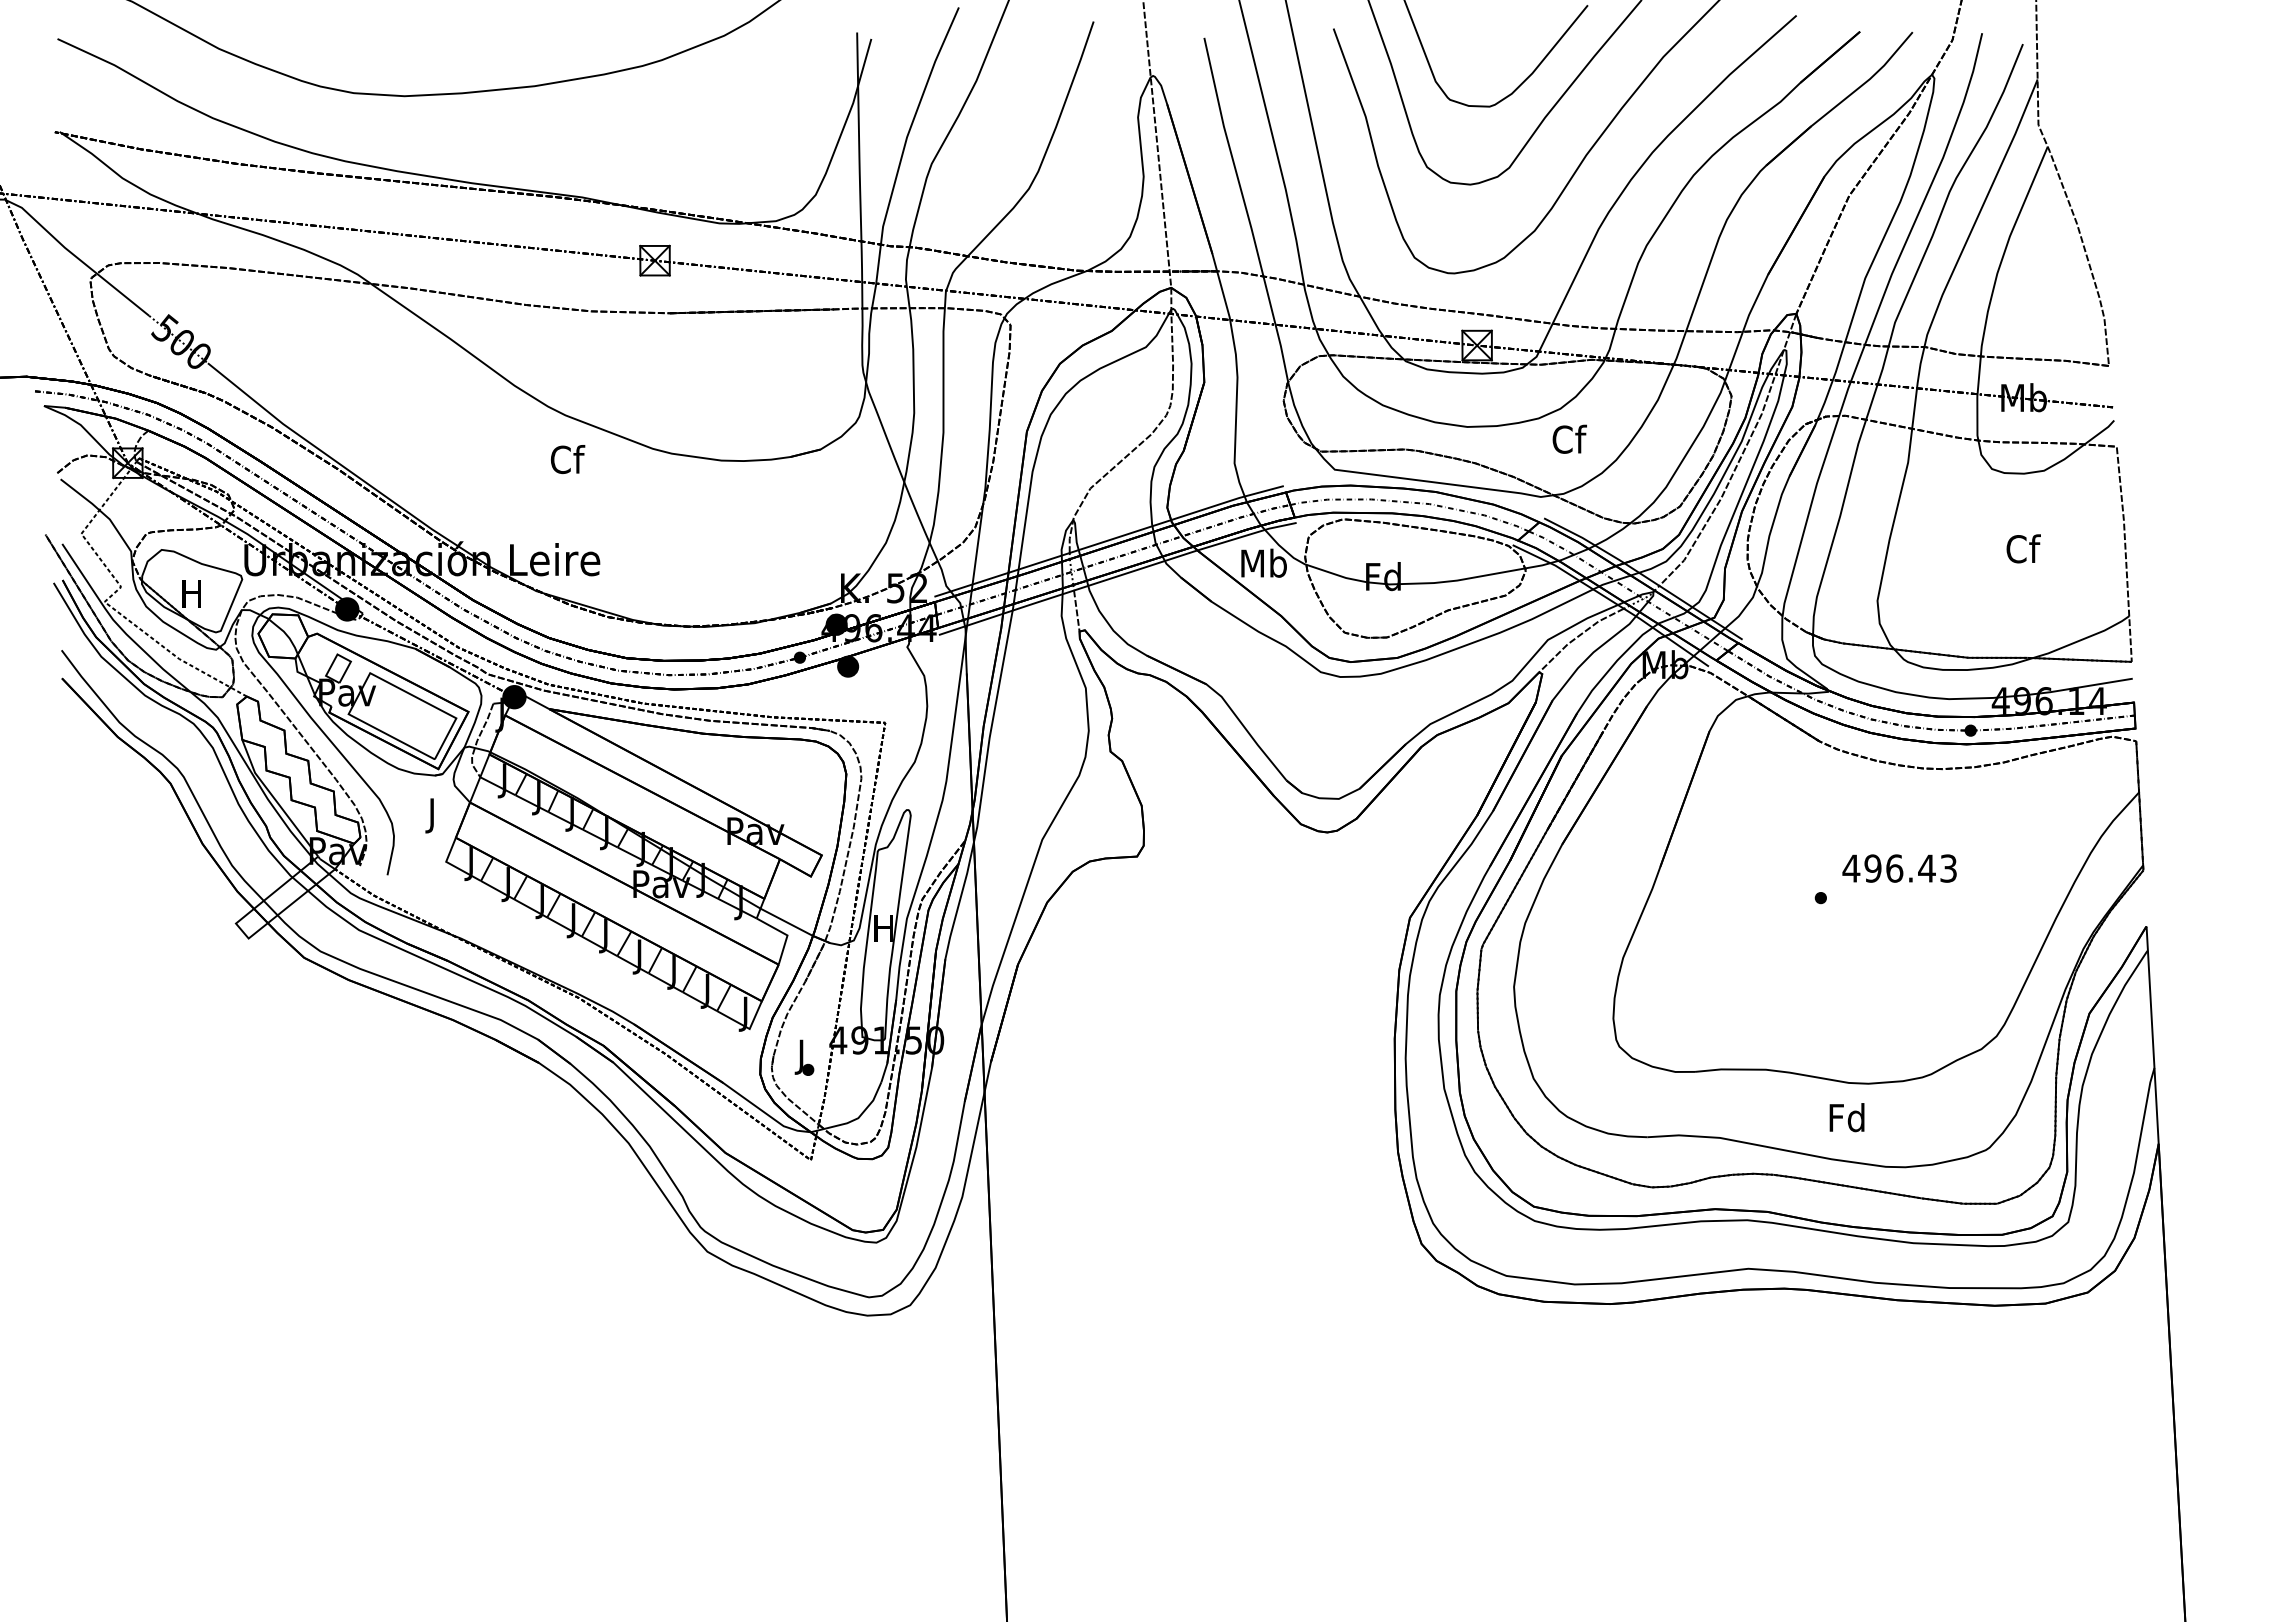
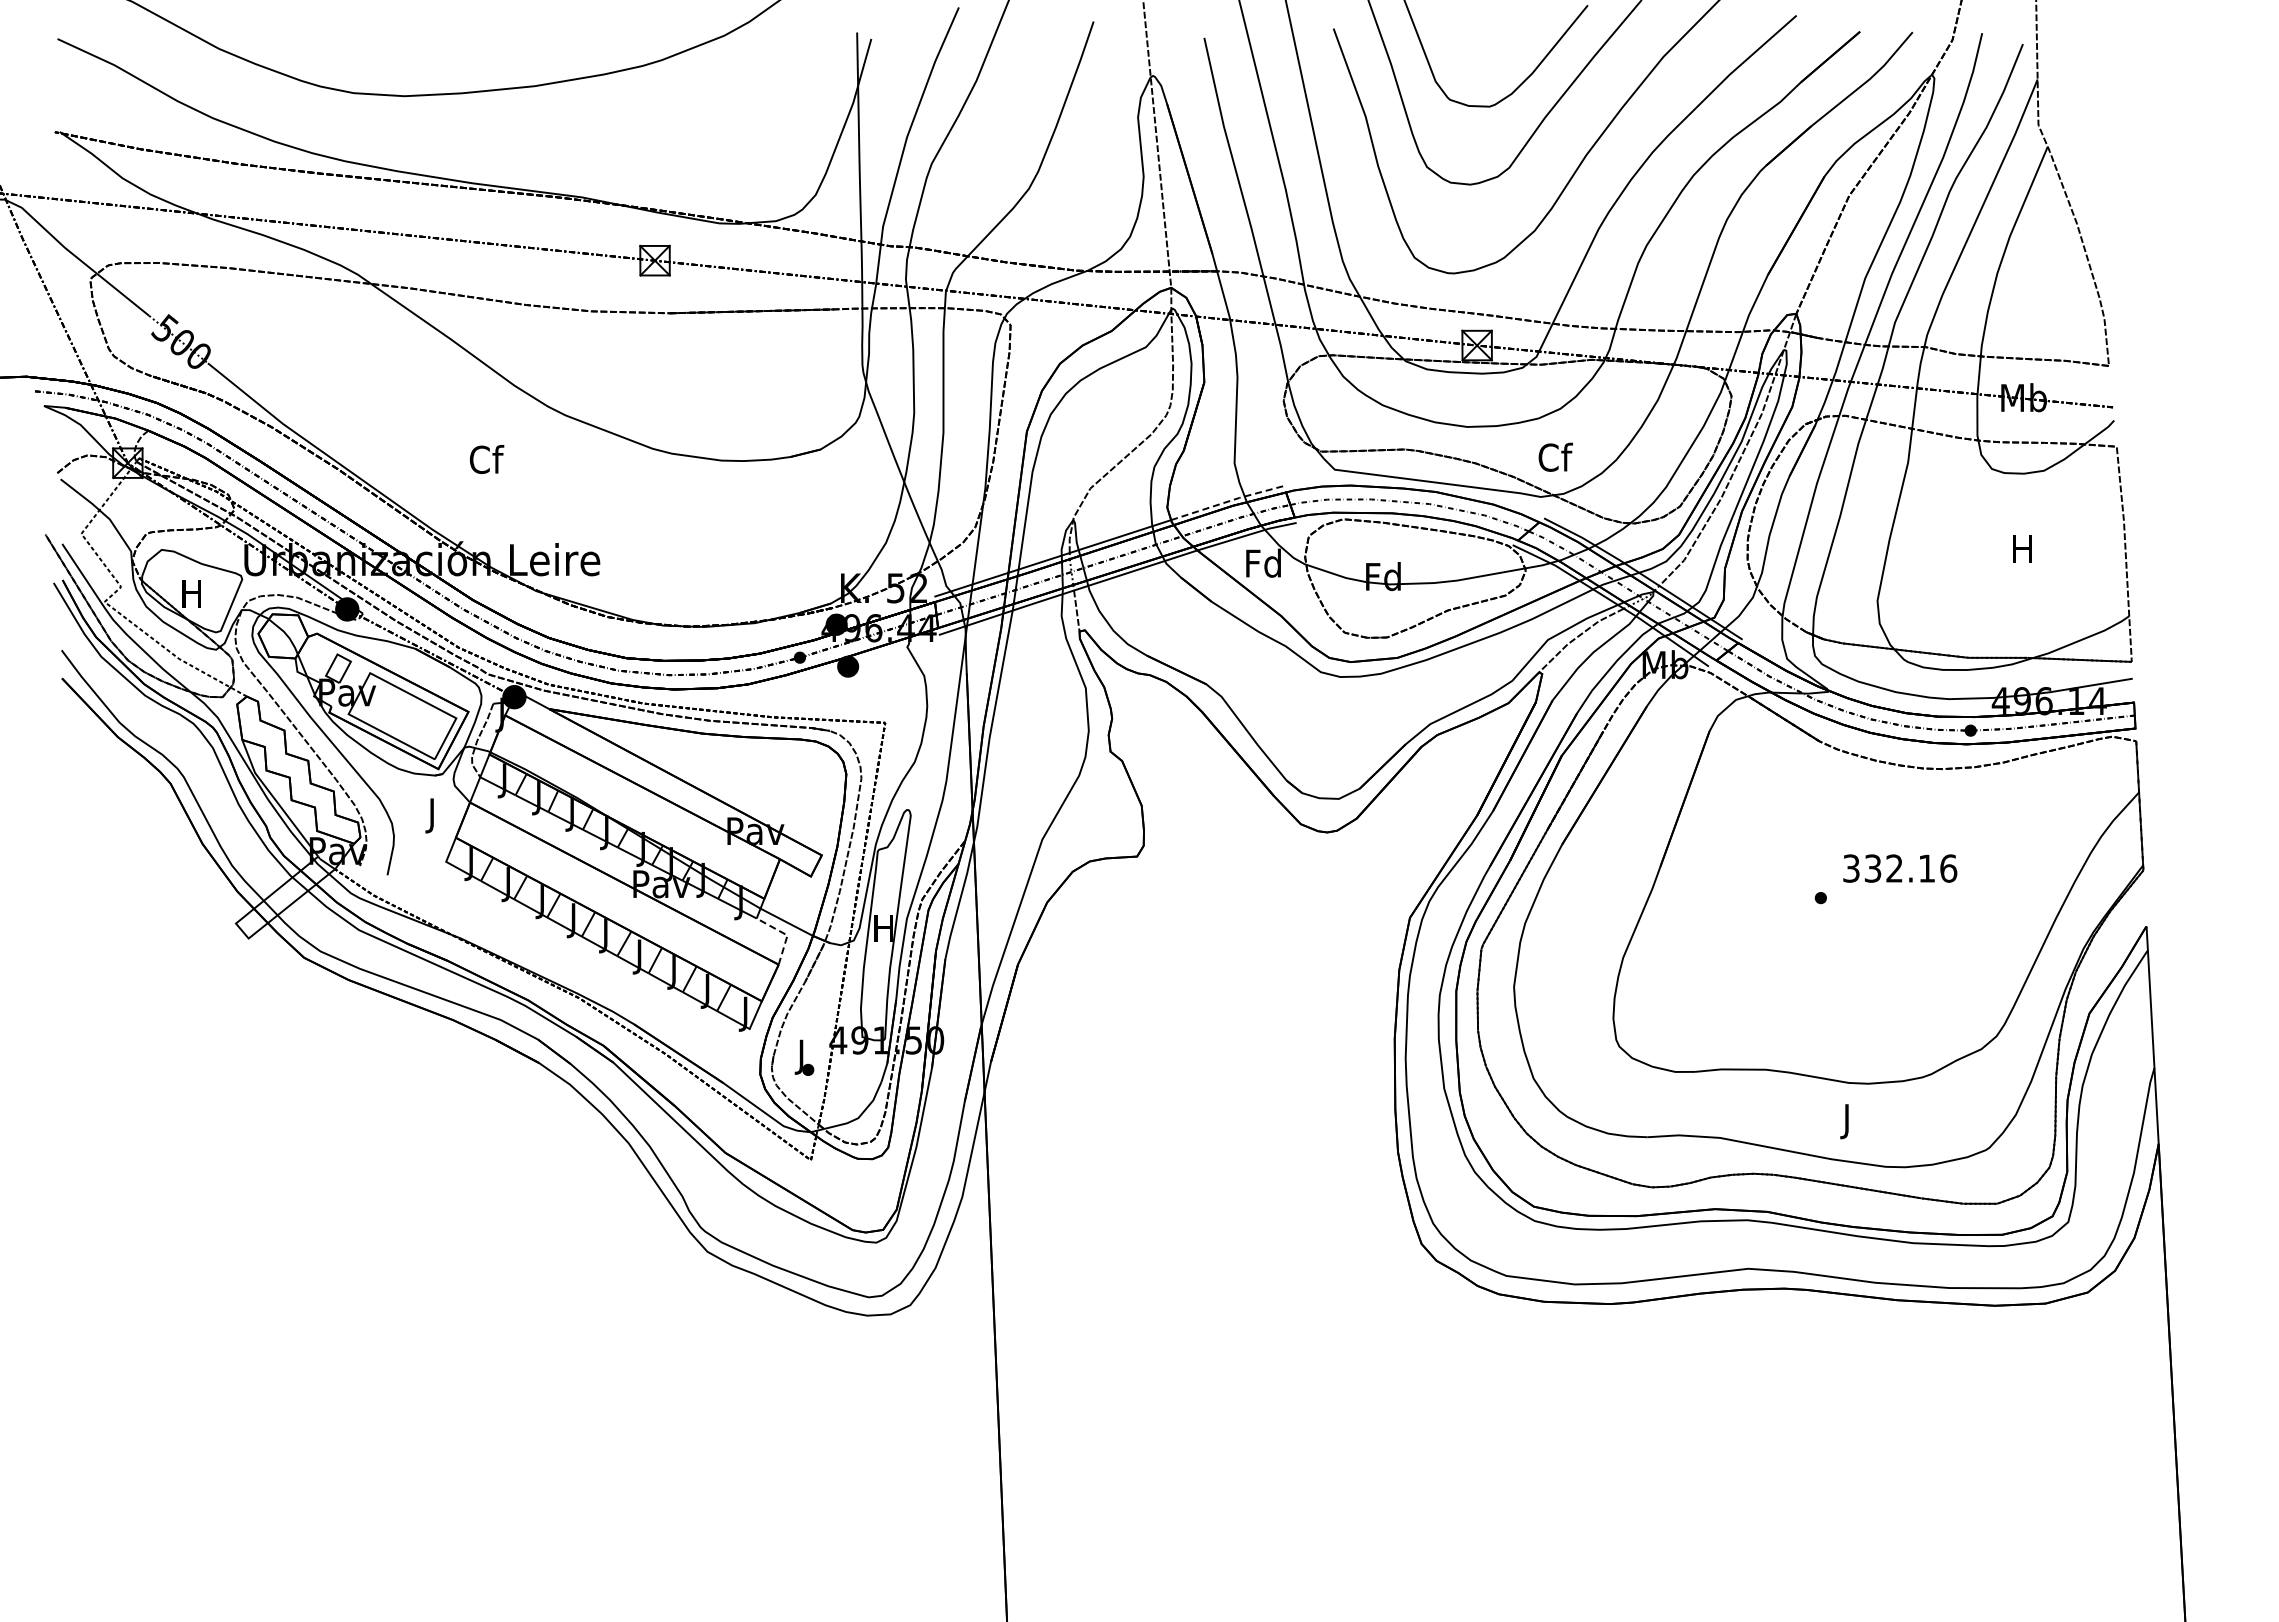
text at (1569, 438) position: (1569, 438) -> (1555, 456)
text at (568, 459) position: (568, 459) -> (487, 459)
line at (1228, 501): solid -> dashed
text at (2023, 548): Cf -> H
text at (1263, 562): Mb -> Fd
text at (1899, 868): 496.43 -> 332.16
line at (785, 934): solid -> dashed
text at (1846, 1121): Fd -> J
